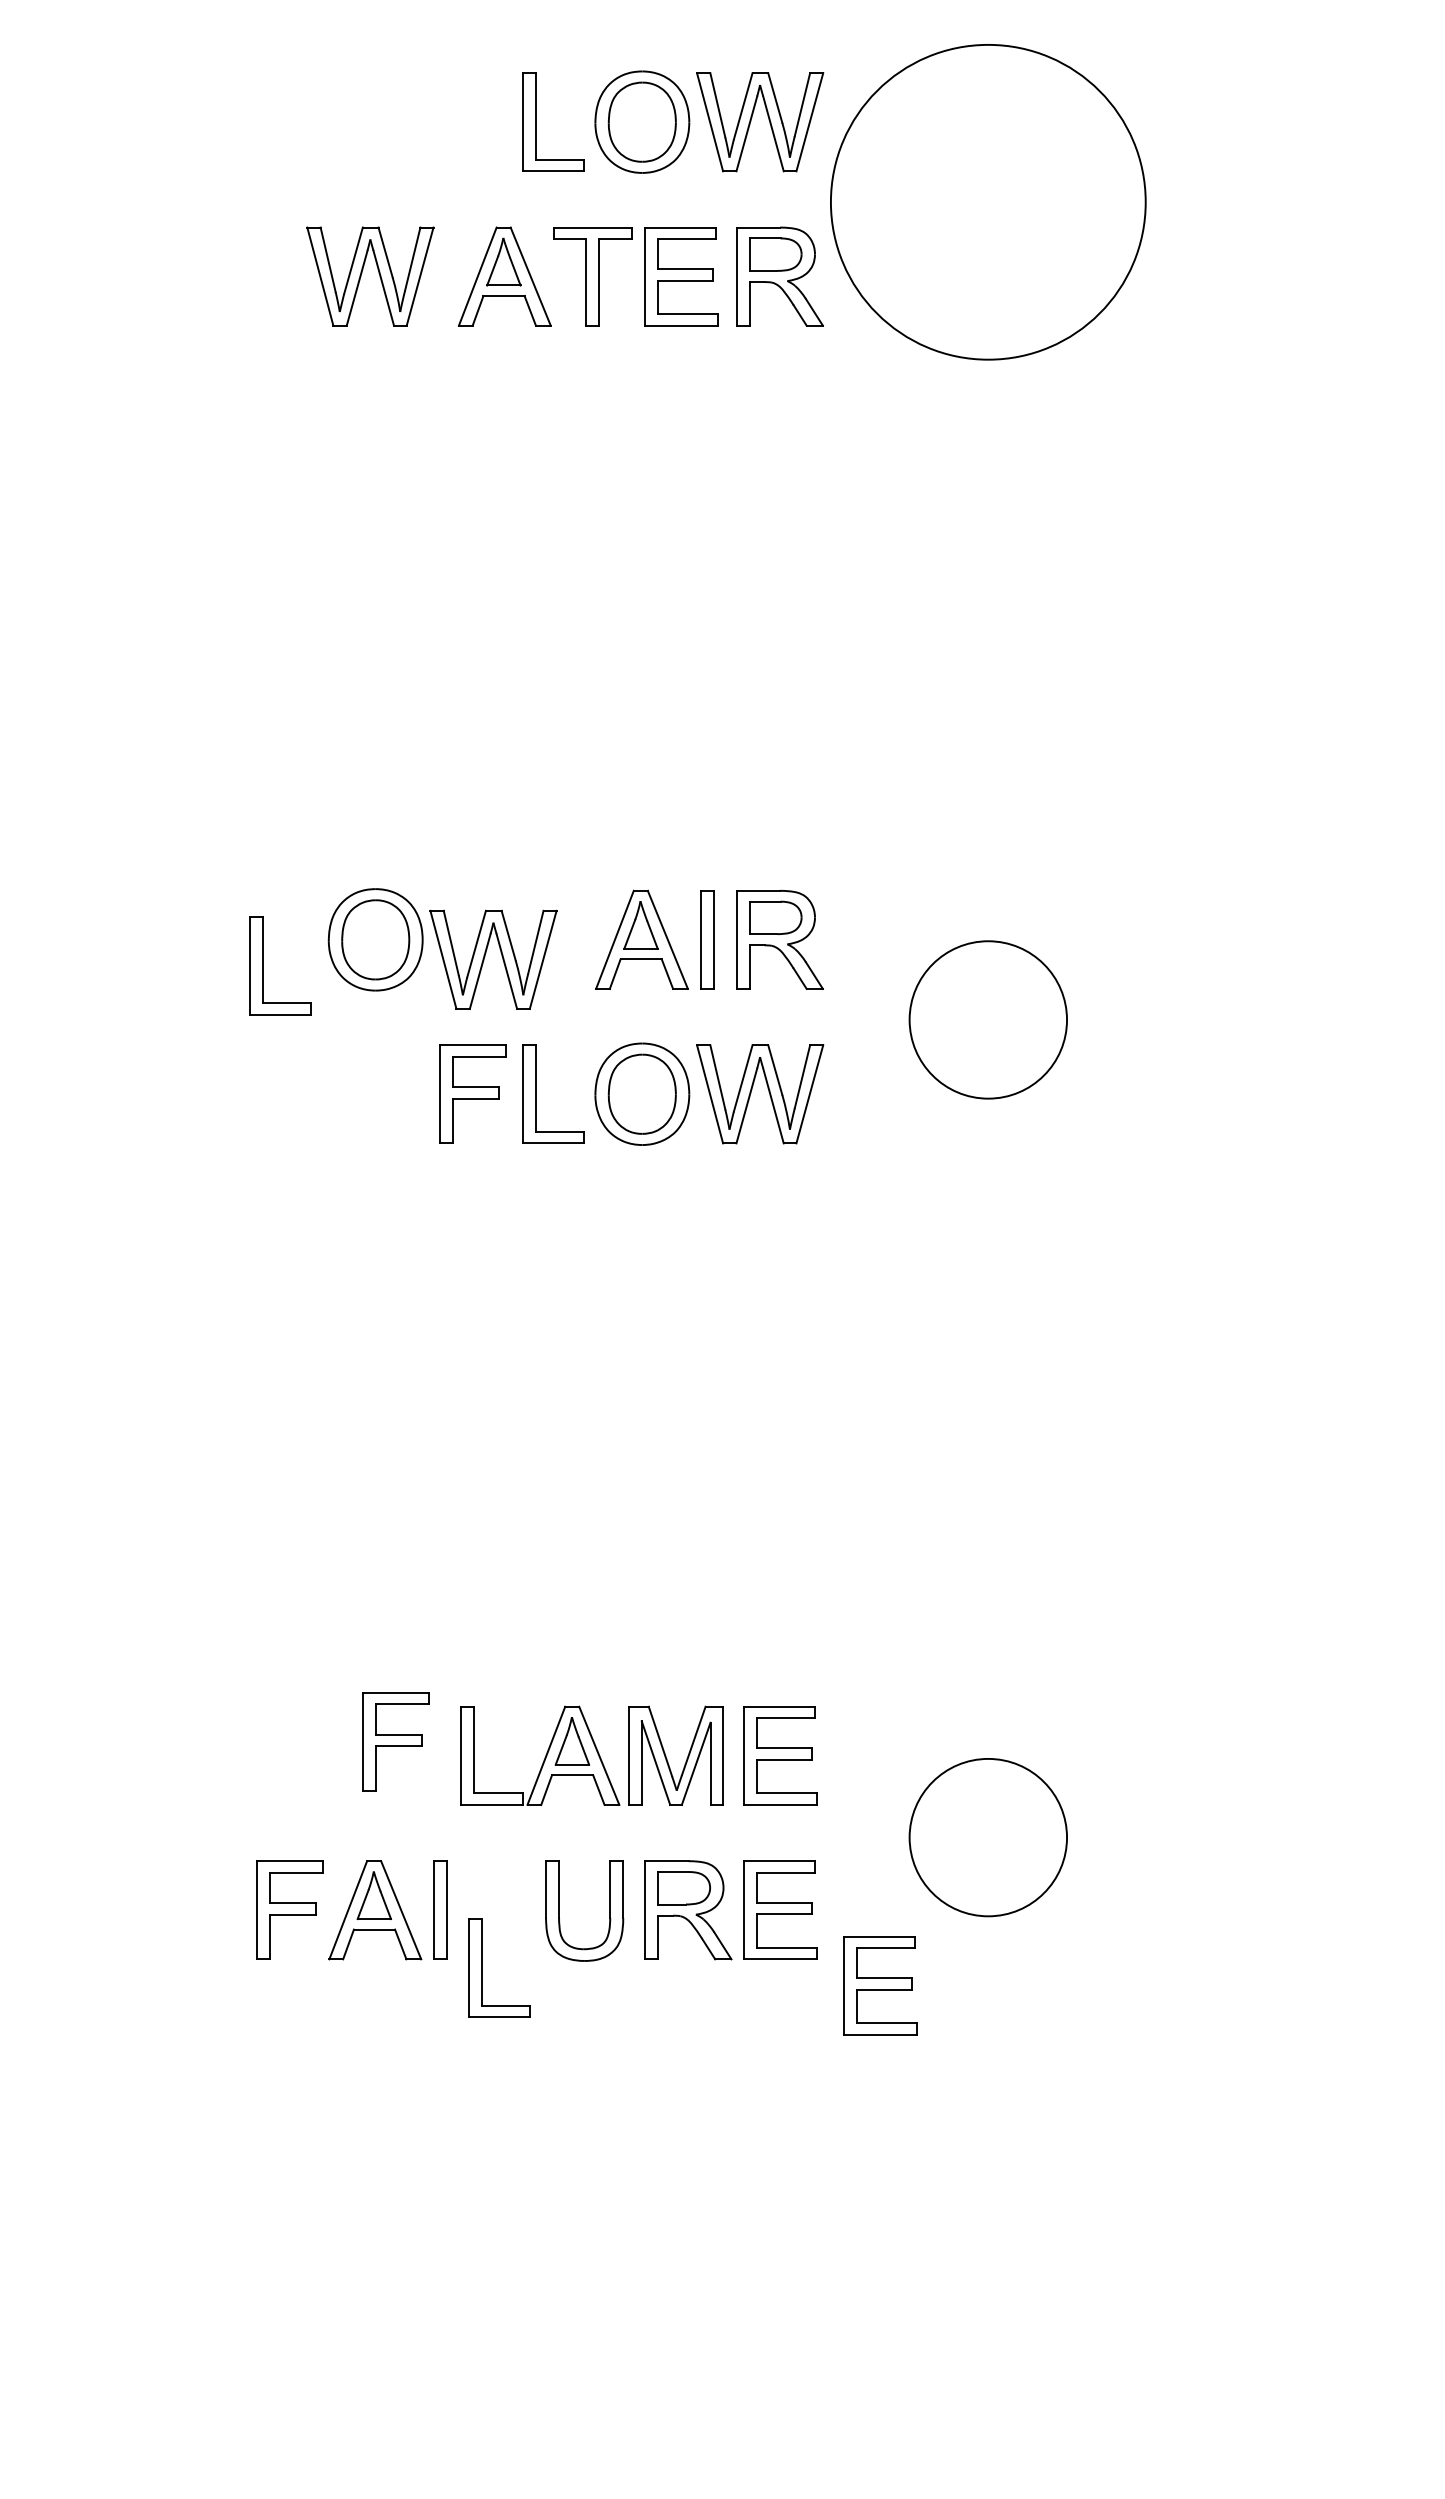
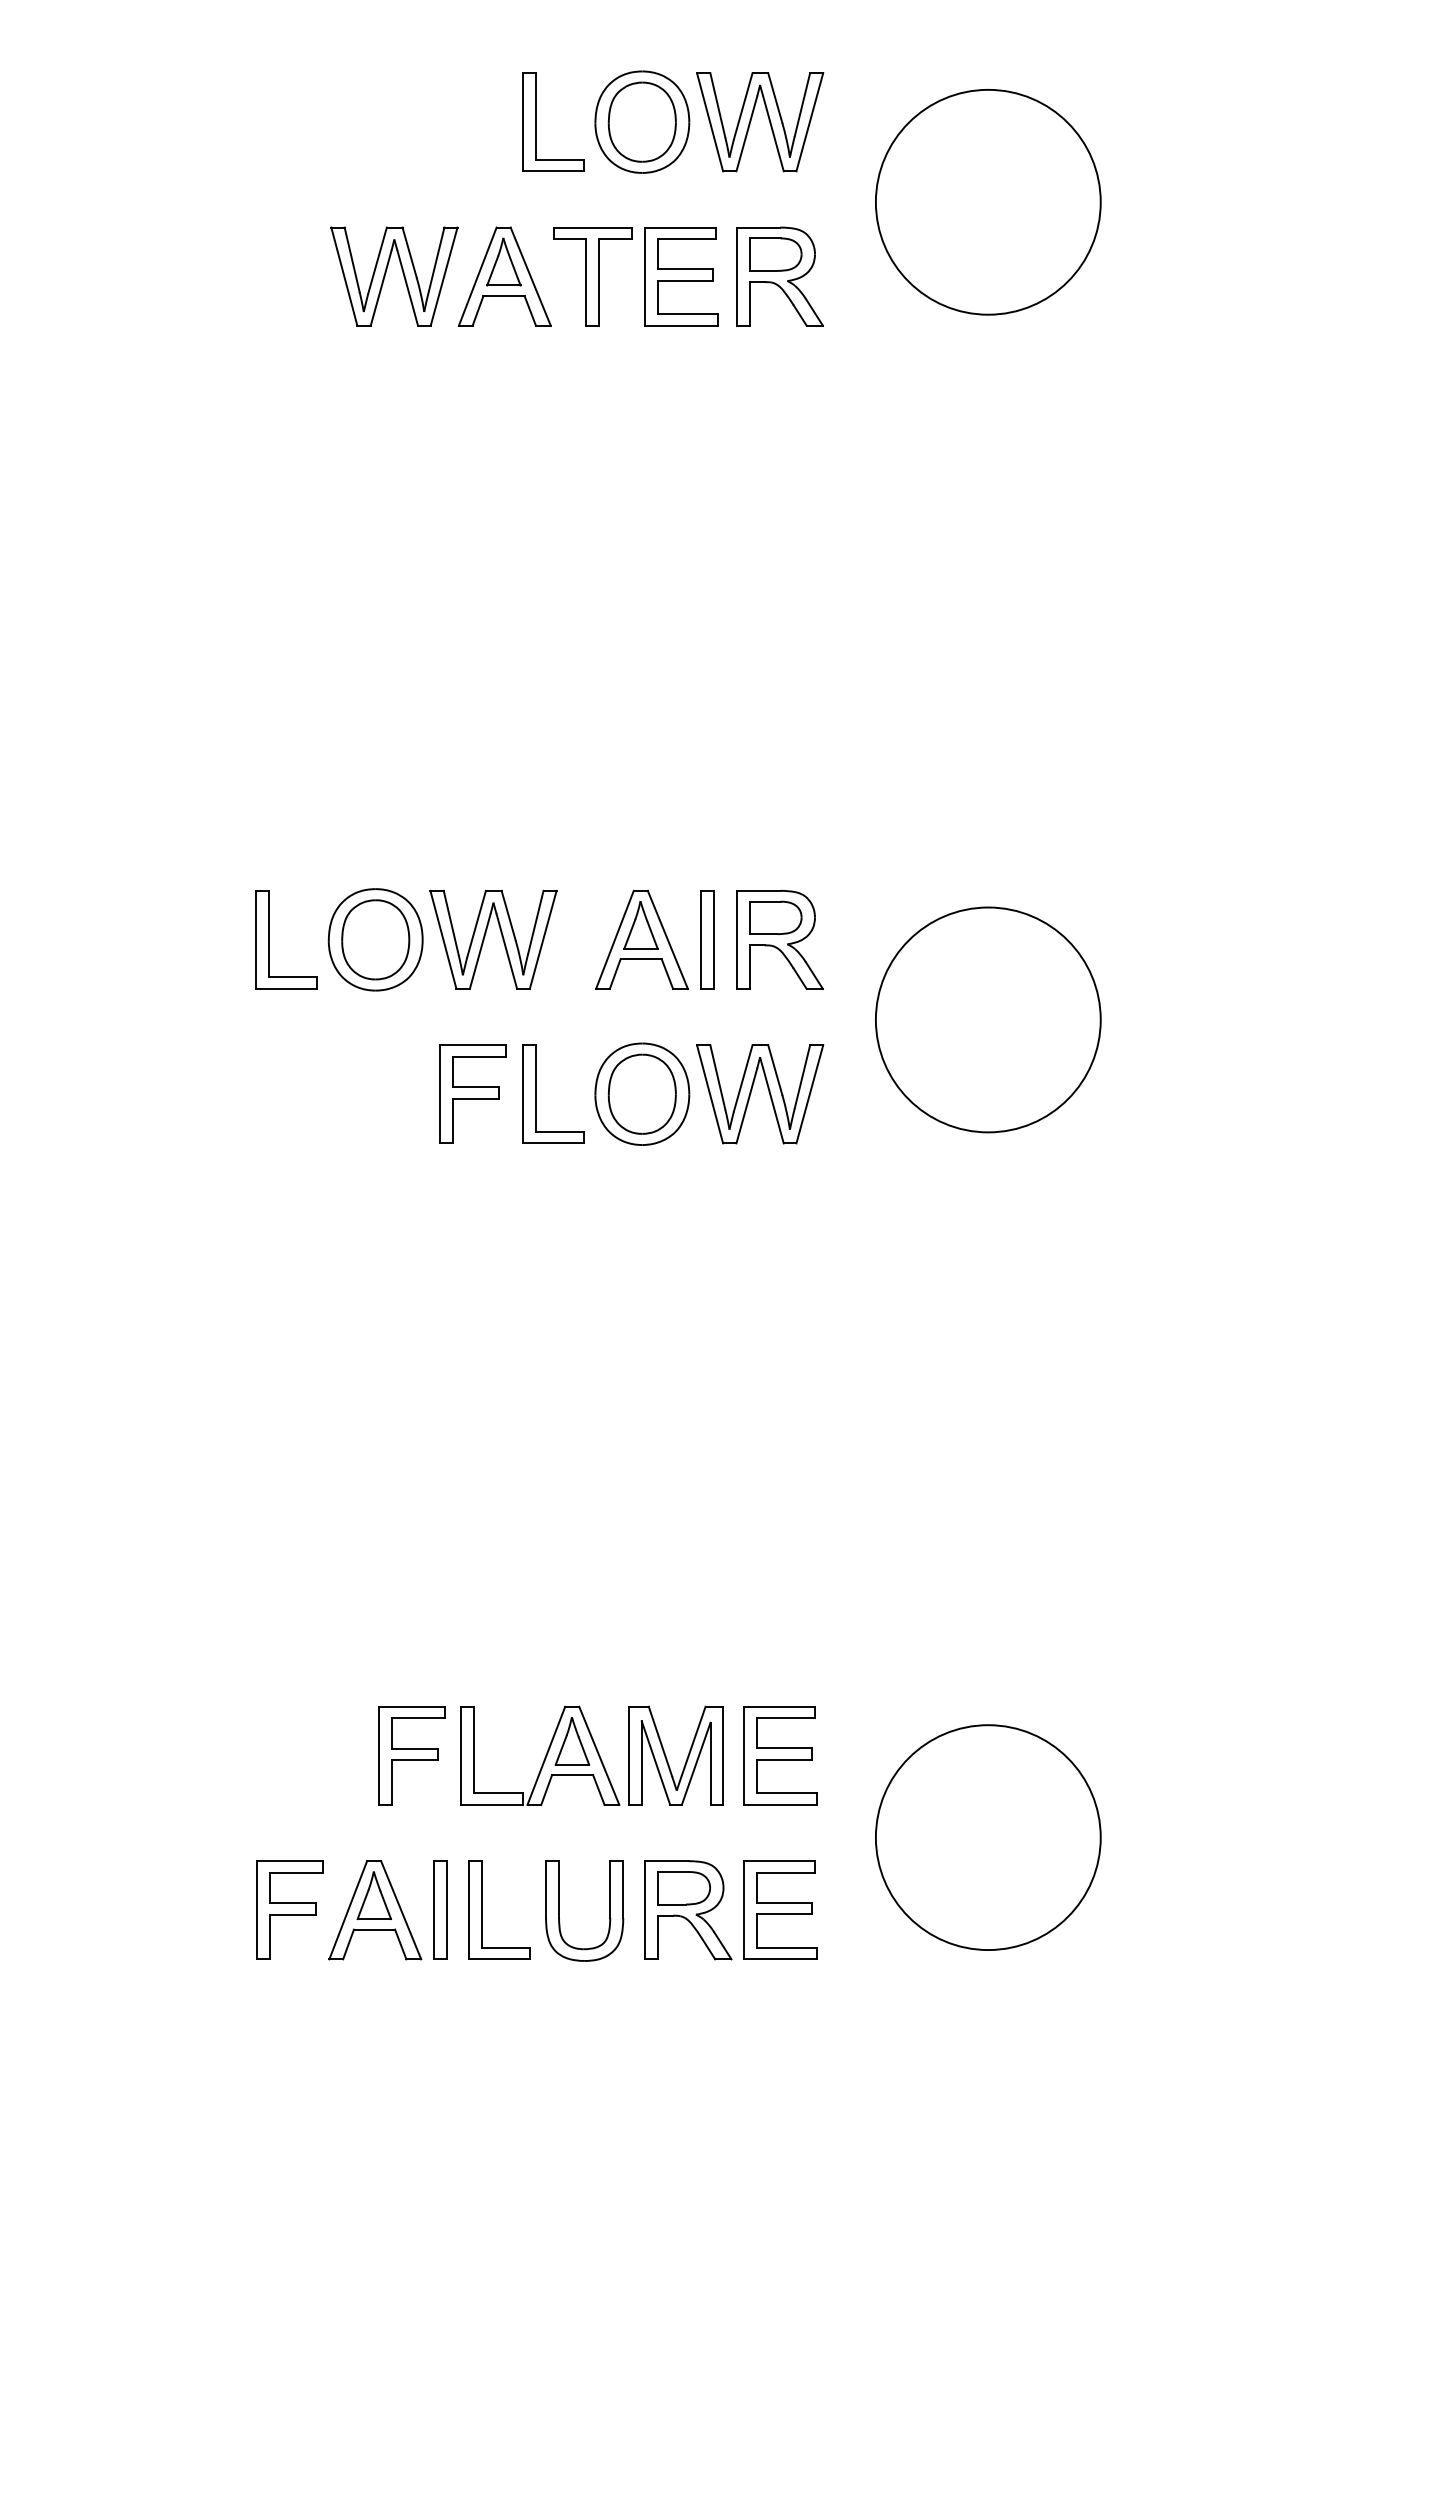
circle at (987, 201) diameter: 315 px -> 225 px
part at (362, 273) position: (362, 273) -> (386, 273)
part at (485, 956) position: (485, 956) -> (485, 936)
part at (263, 965) position: (263, 965) -> (269, 939)
circle at (988, 1019) diameter: 157 px -> 225 px
part at (395, 1741) position: (395, 1741) -> (411, 1755)
circle at (988, 1837) diameter: 157 px -> 225 px
part at (482, 1967) position: (482, 1967) -> (482, 1909)
part at (880, 1985): present -> none
